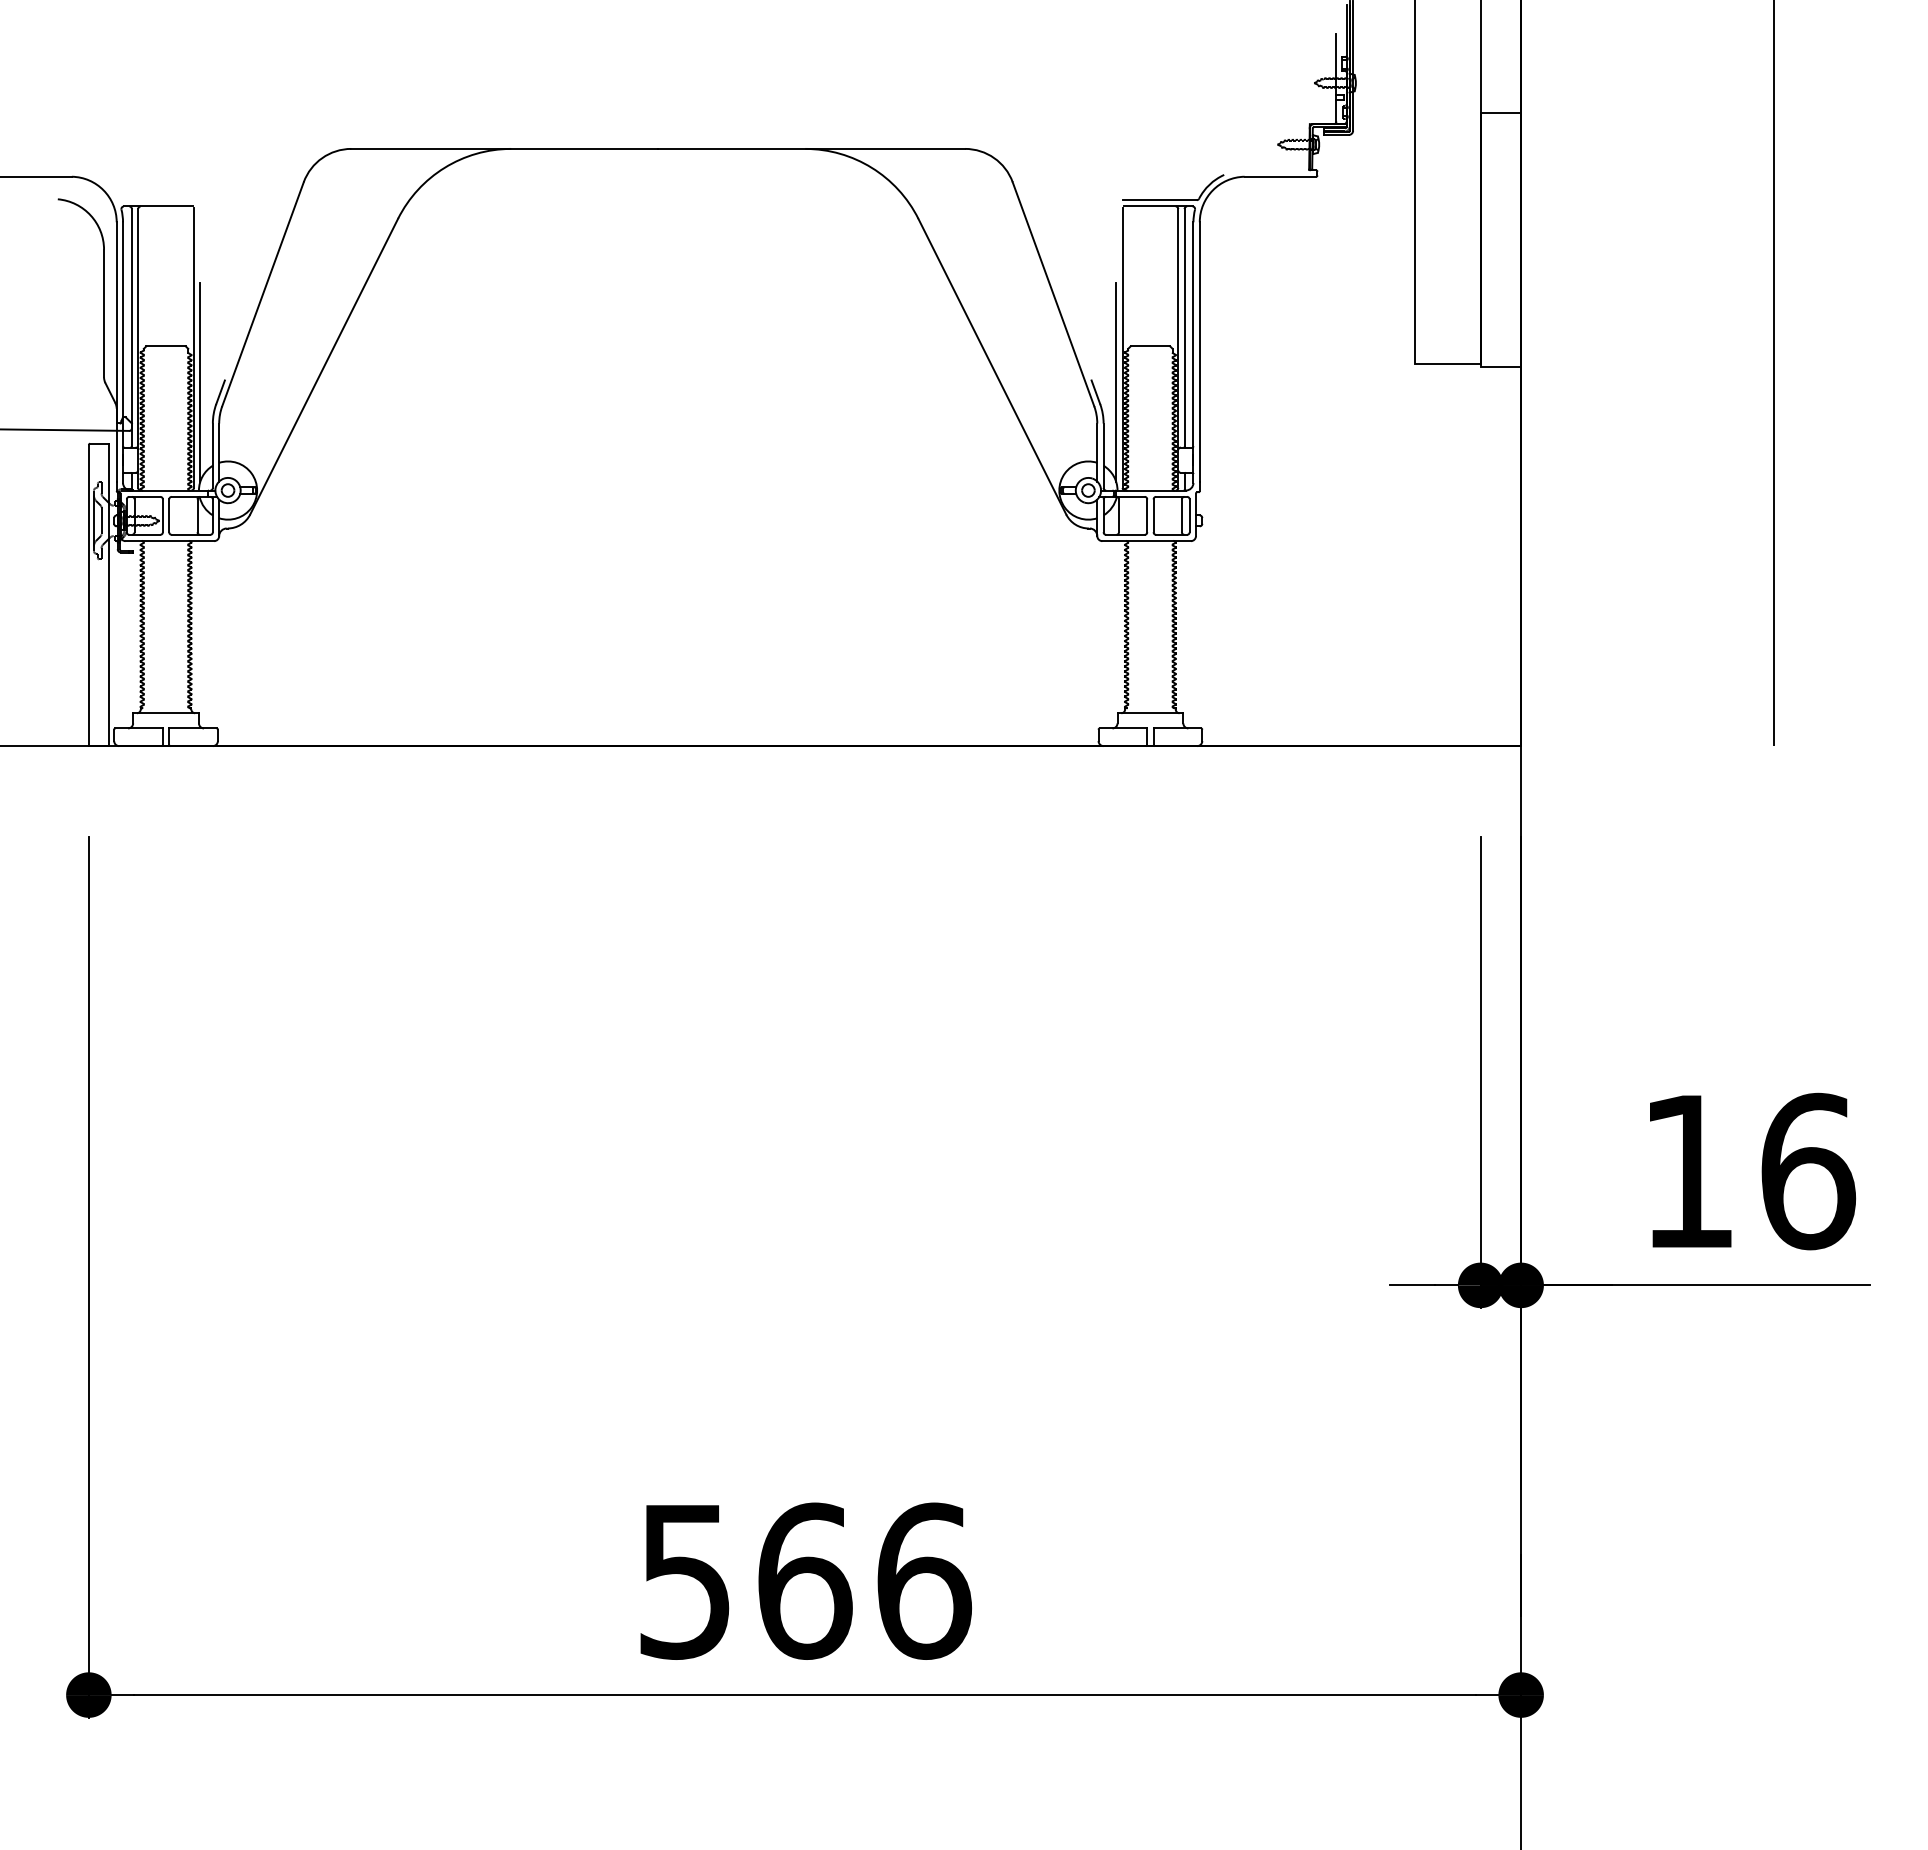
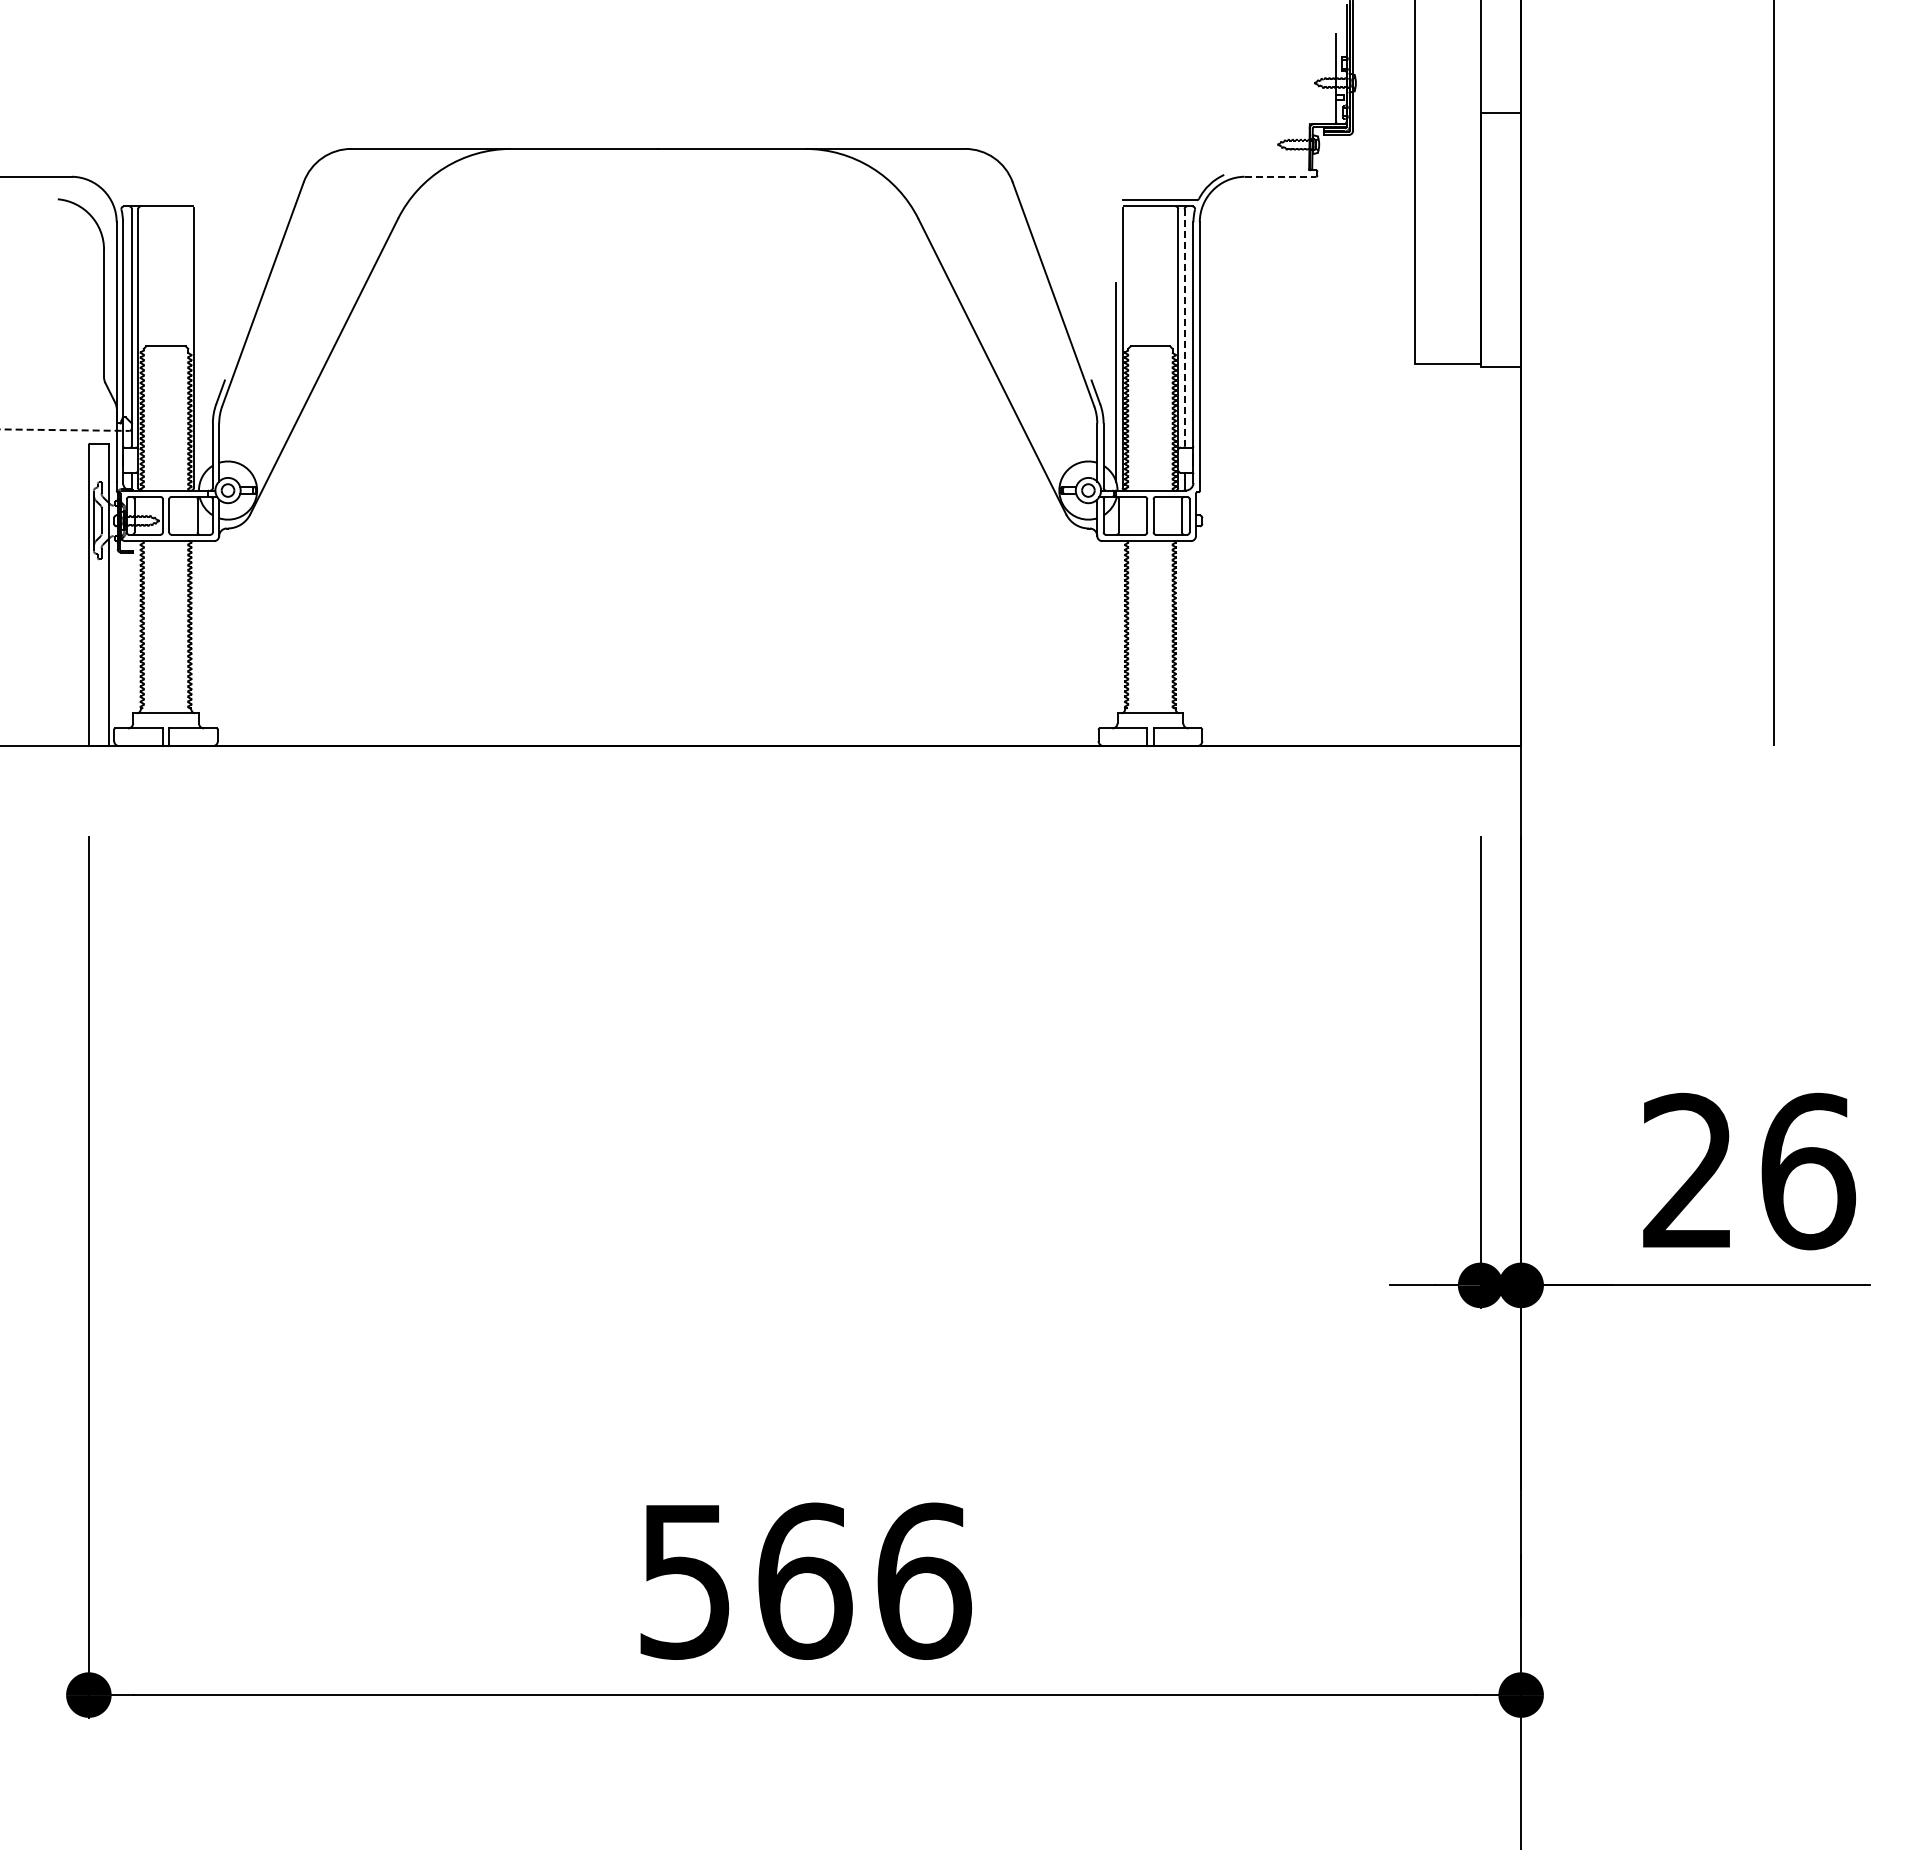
line at (1280, 176): solid -> dashed
line at (1184, 327): solid -> dashed
line at (200, 382): present -> none
line at (65, 430): solid -> dashed
text at (1687, 1169): 16 -> 26
